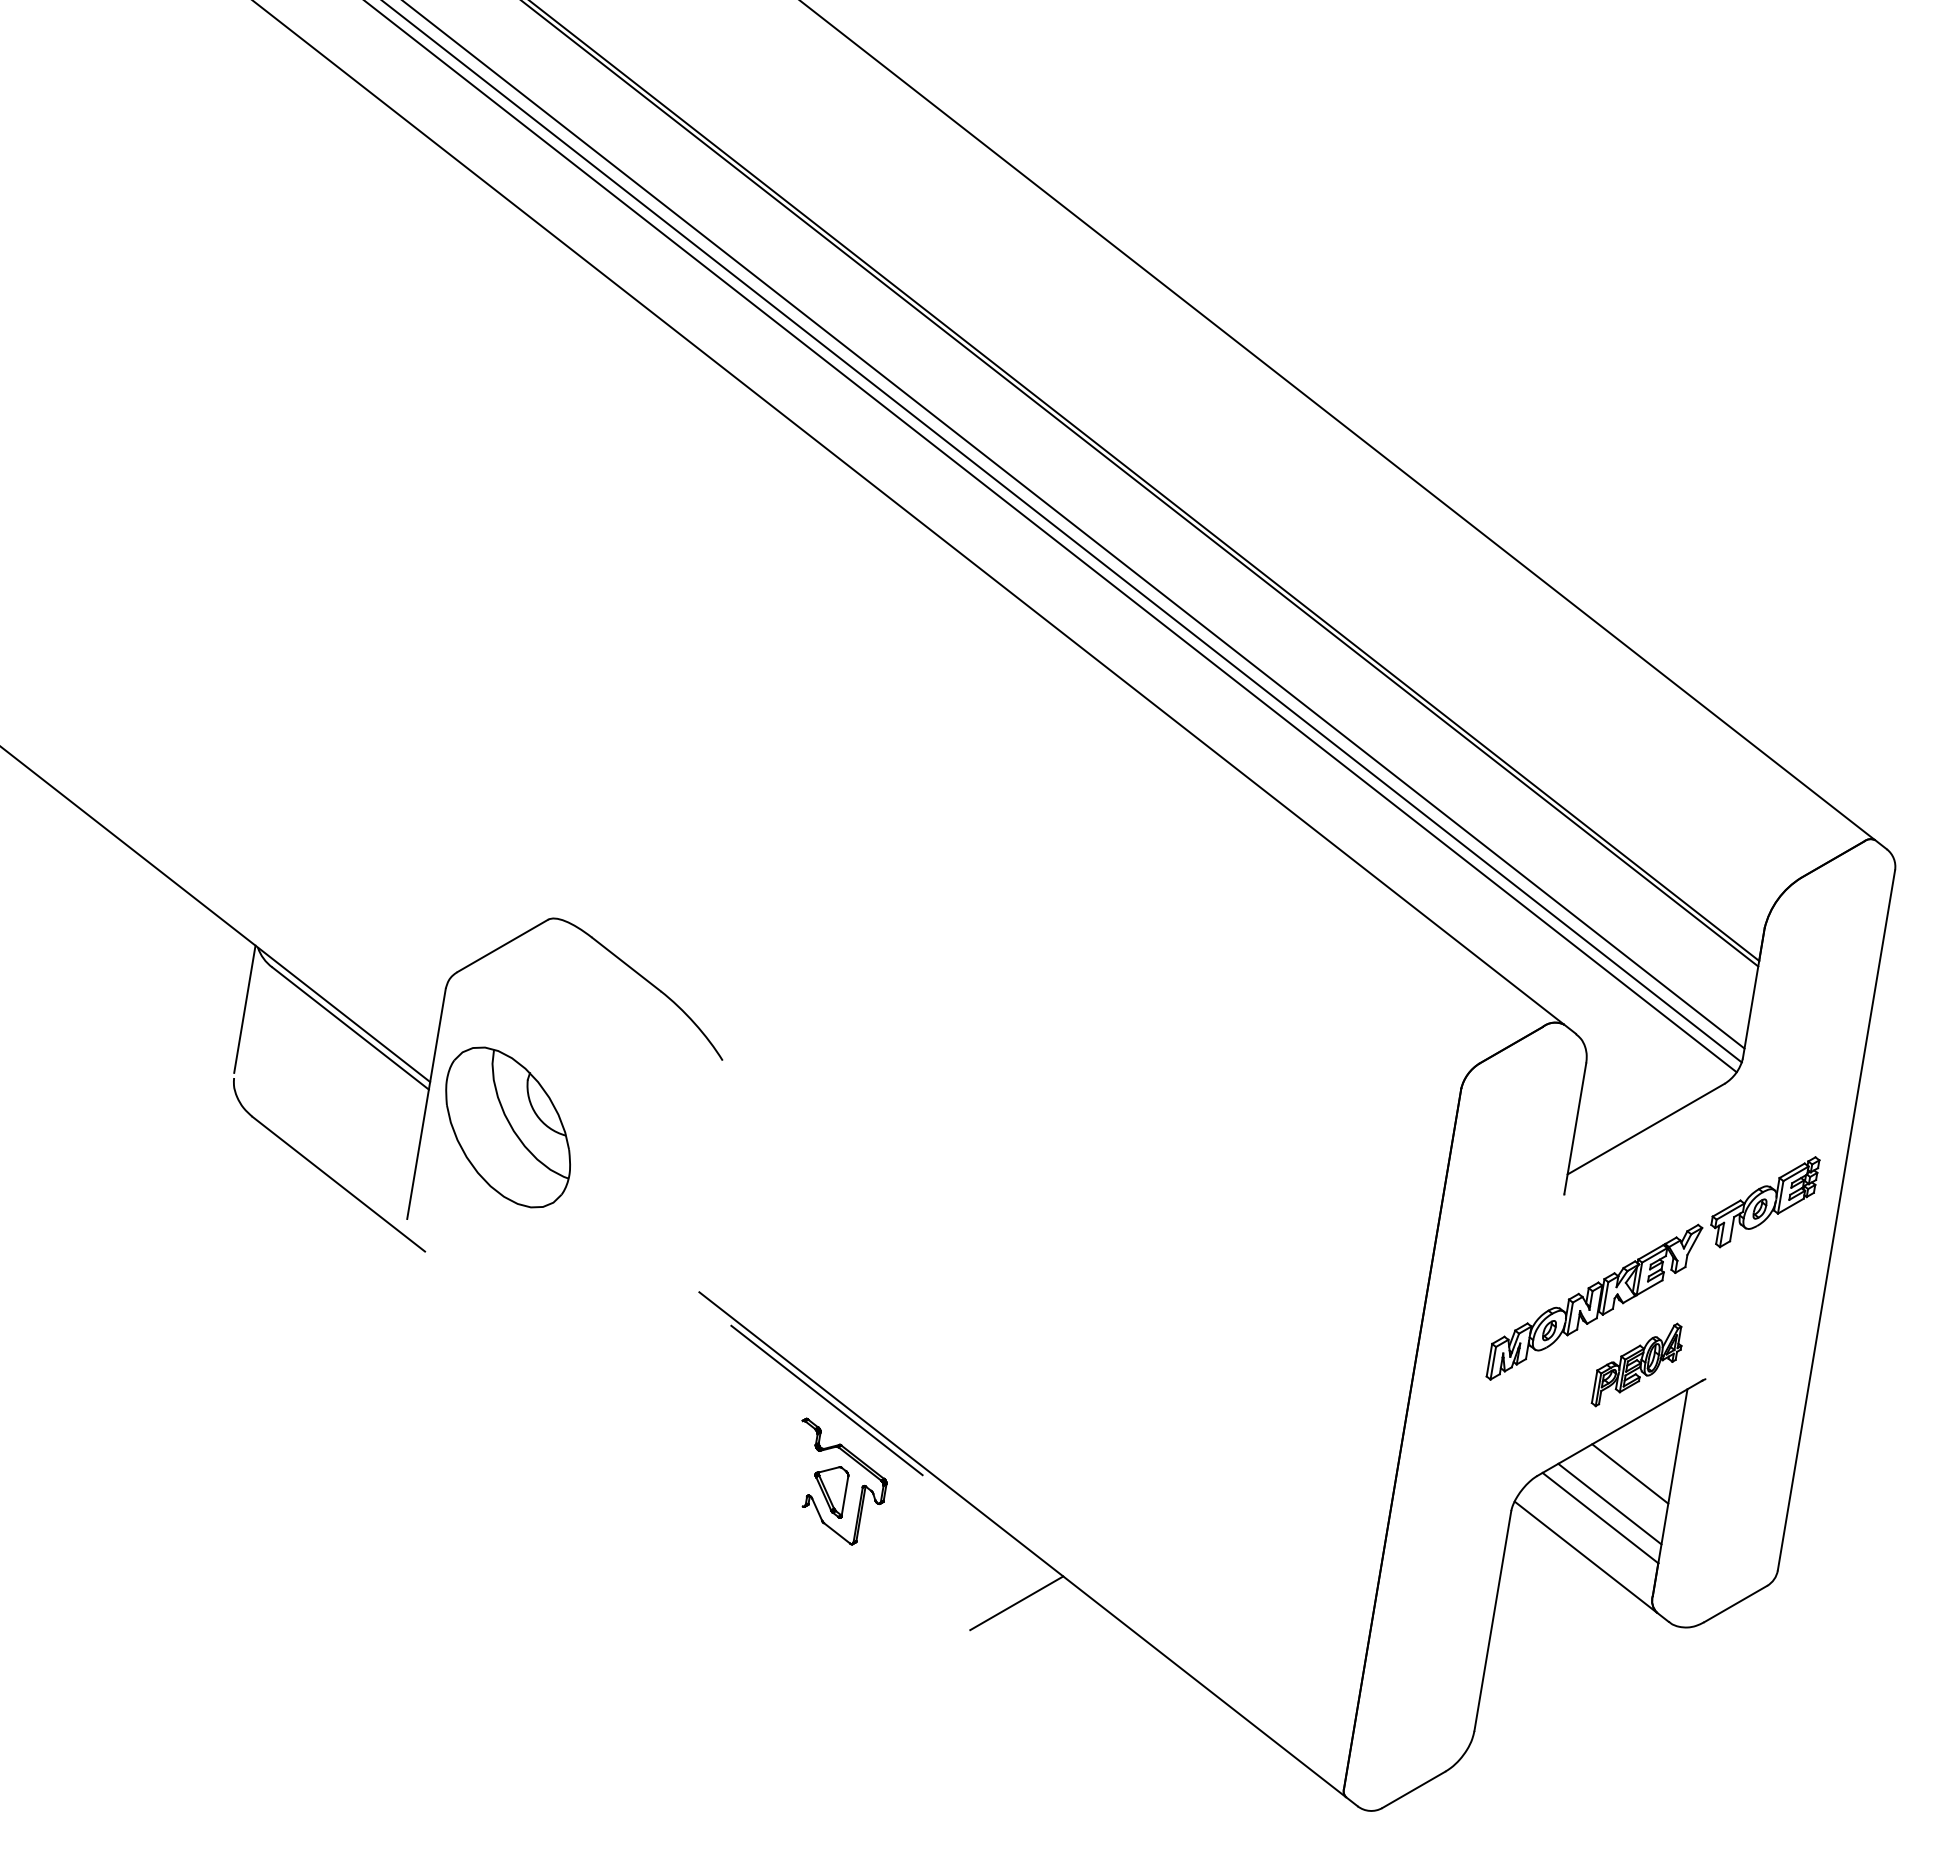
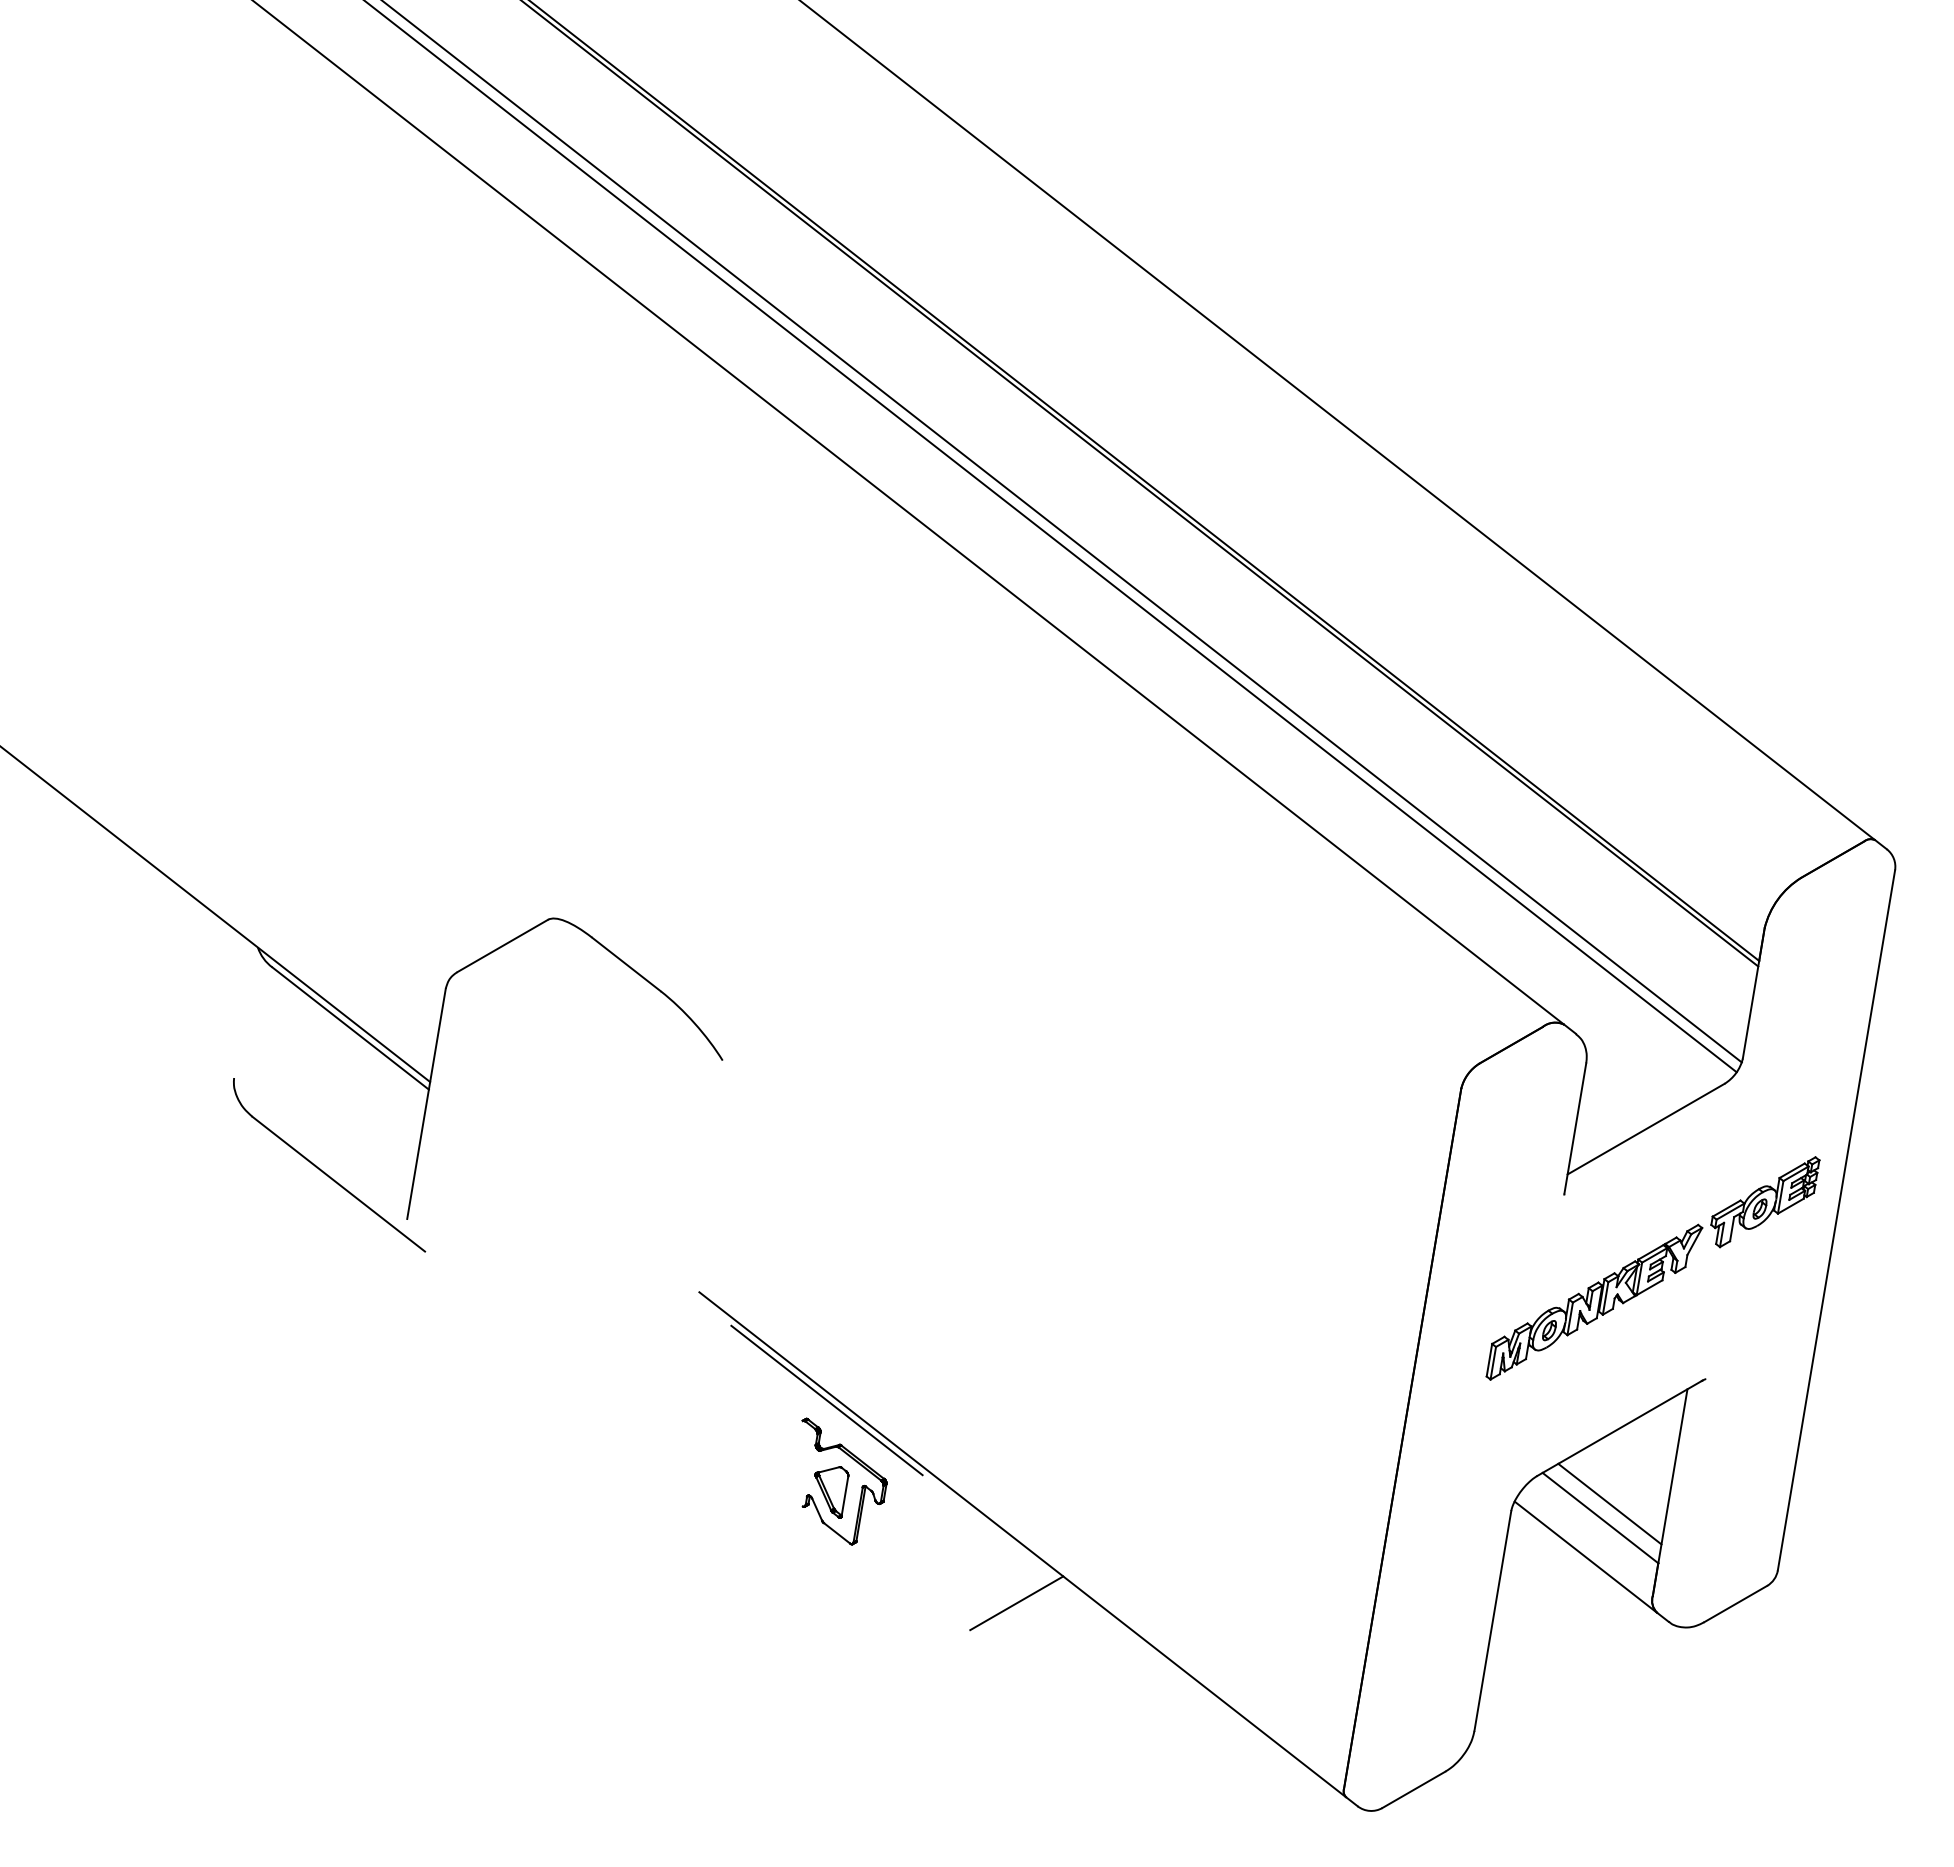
line at (1074, 525): present -> none
line at (244, 1008): present -> none
part at (507, 1127): present -> none
part at (1636, 1364): present -> none
line at (1630, 1473): present -> none
